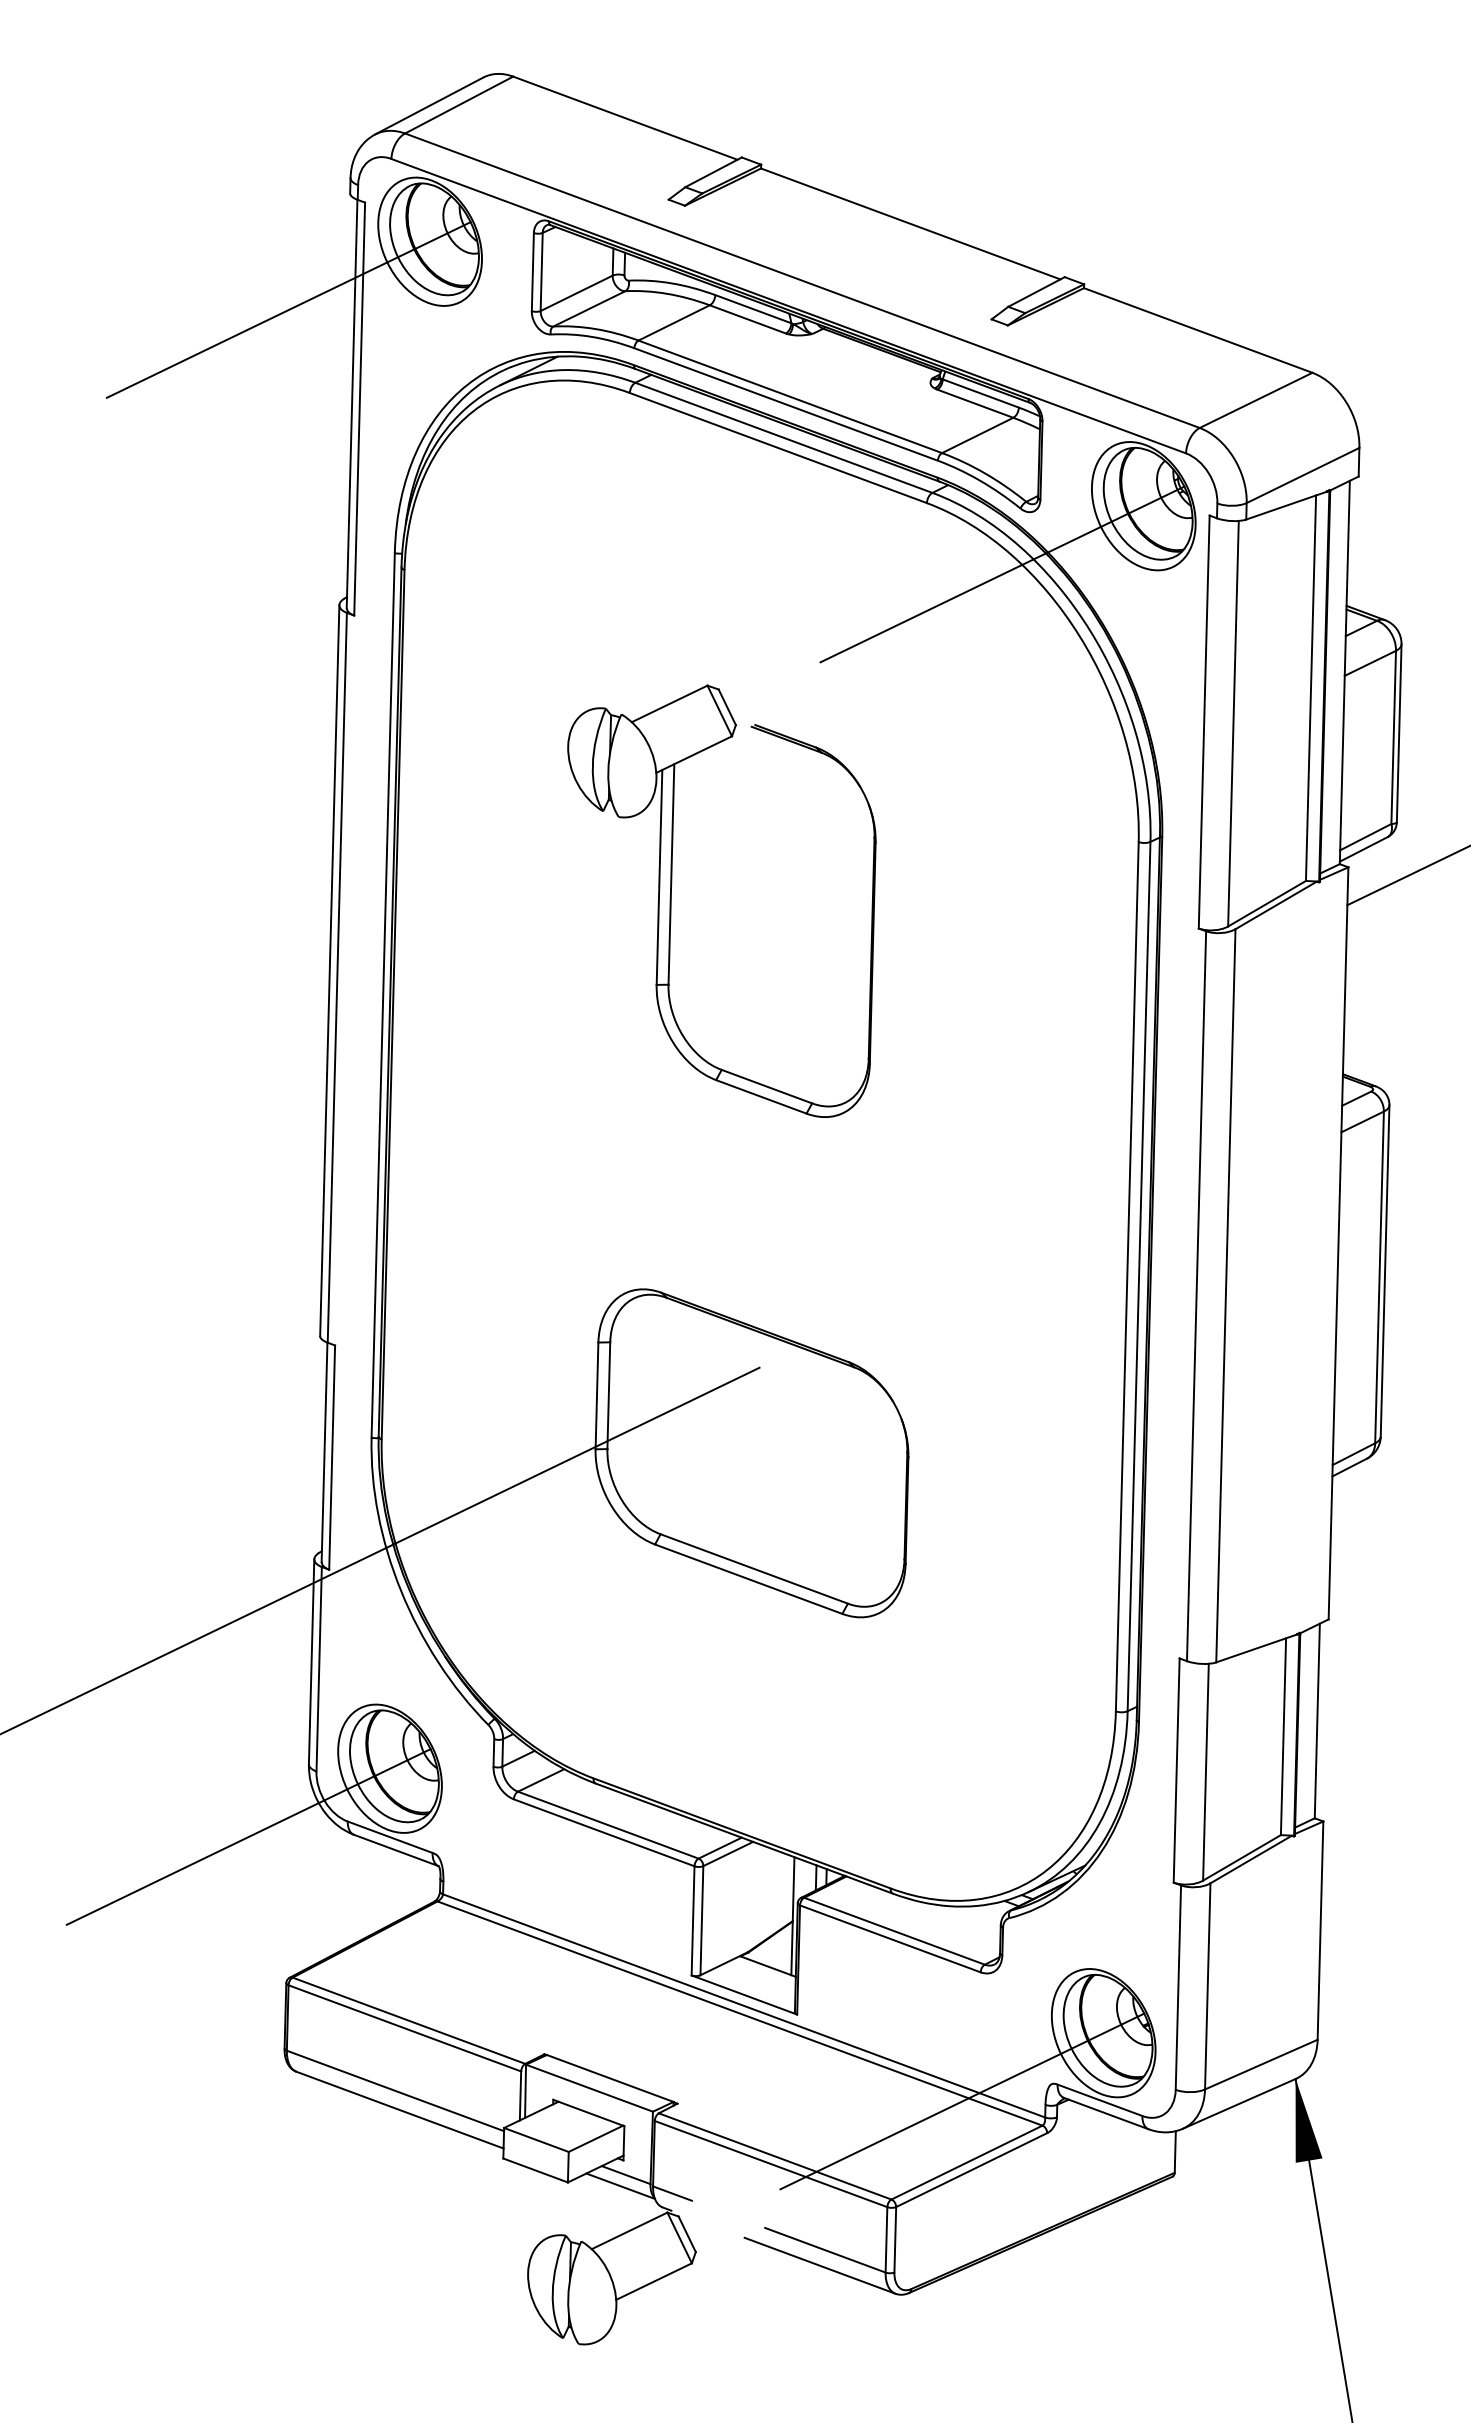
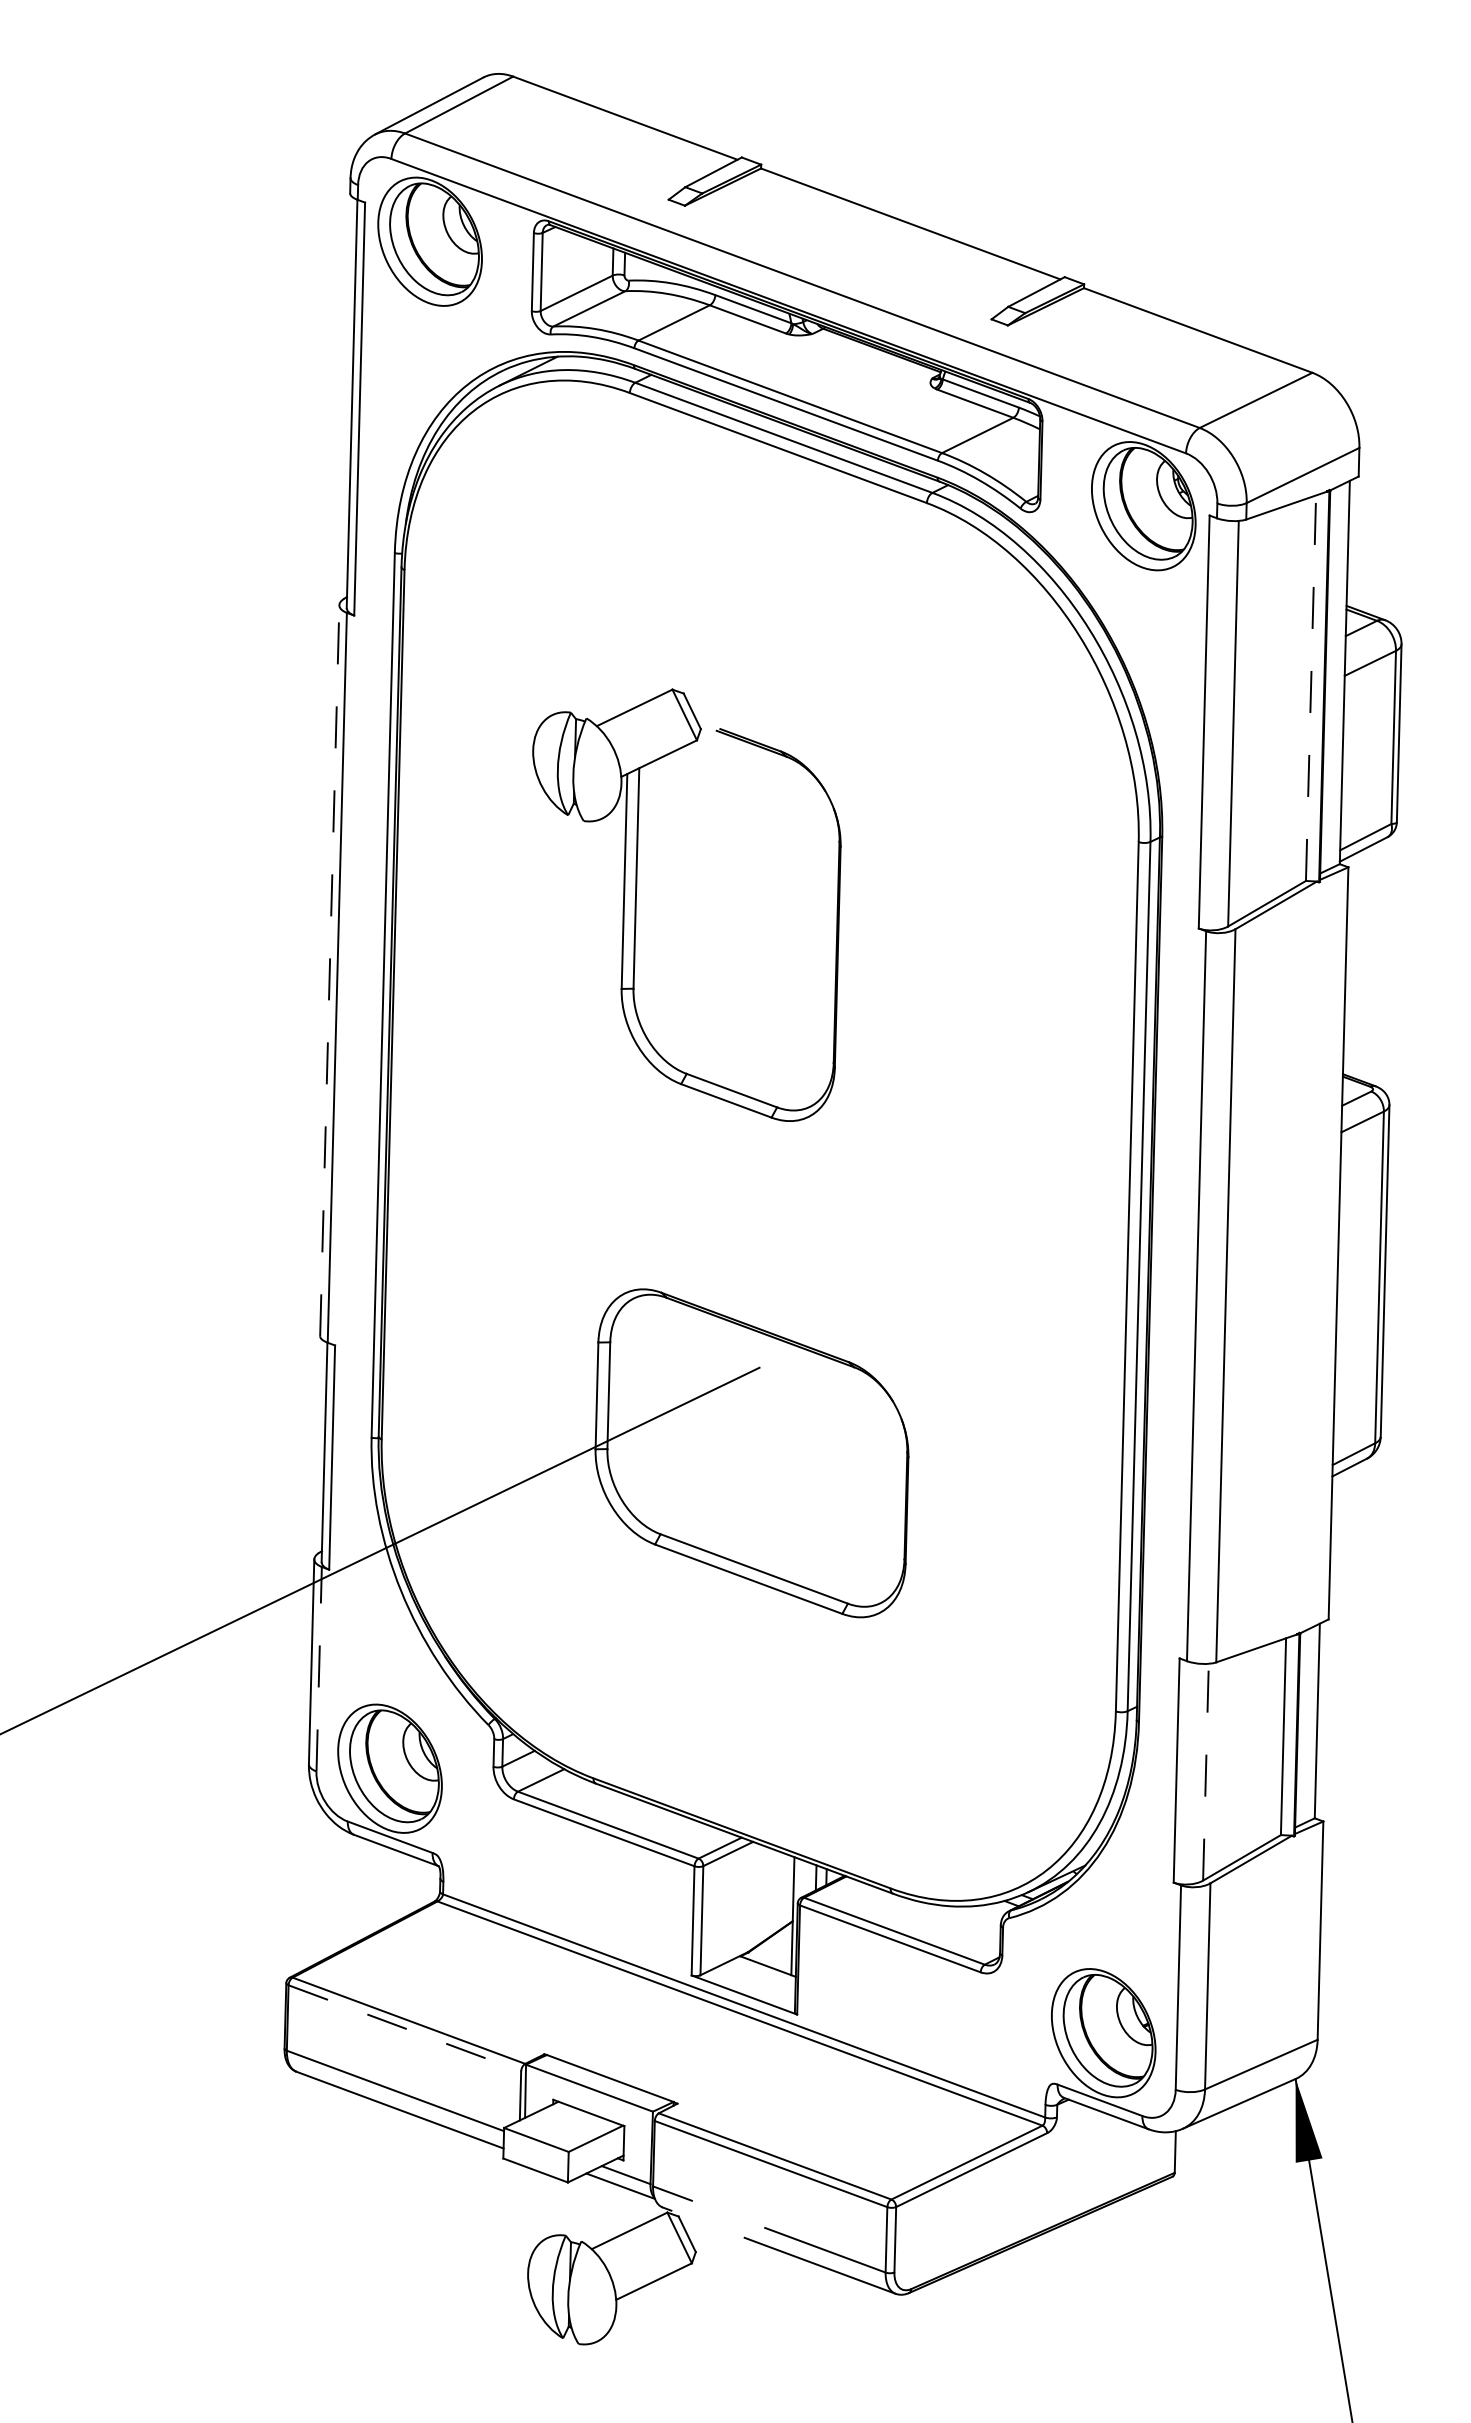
line at (288, 309): present -> none
line at (1002, 574): present -> none
line at (1311, 688): solid -> dashed
line at (1407, 876): present -> none
part at (671, 900) position: (671, 900) -> (636, 904)
line at (329, 970): solid -> dashed
line at (319, 1668): solid -> dashed
line at (1205, 1771): solid -> dashed
line at (248, 1836): present -> none
line at (405, 2028): solid -> dashed
line at (962, 2101): present -> none
